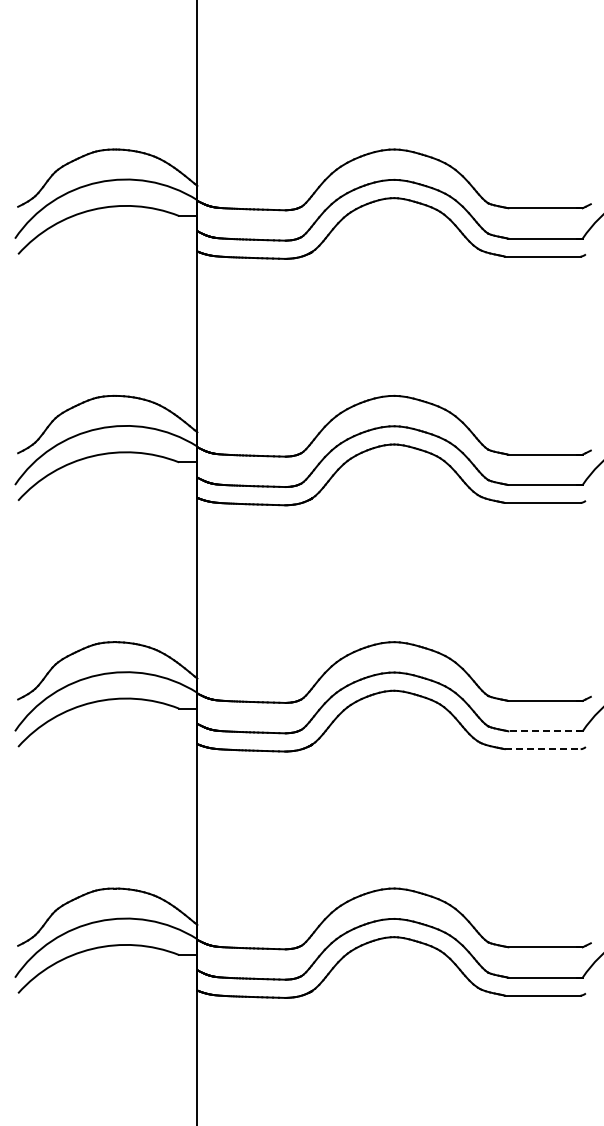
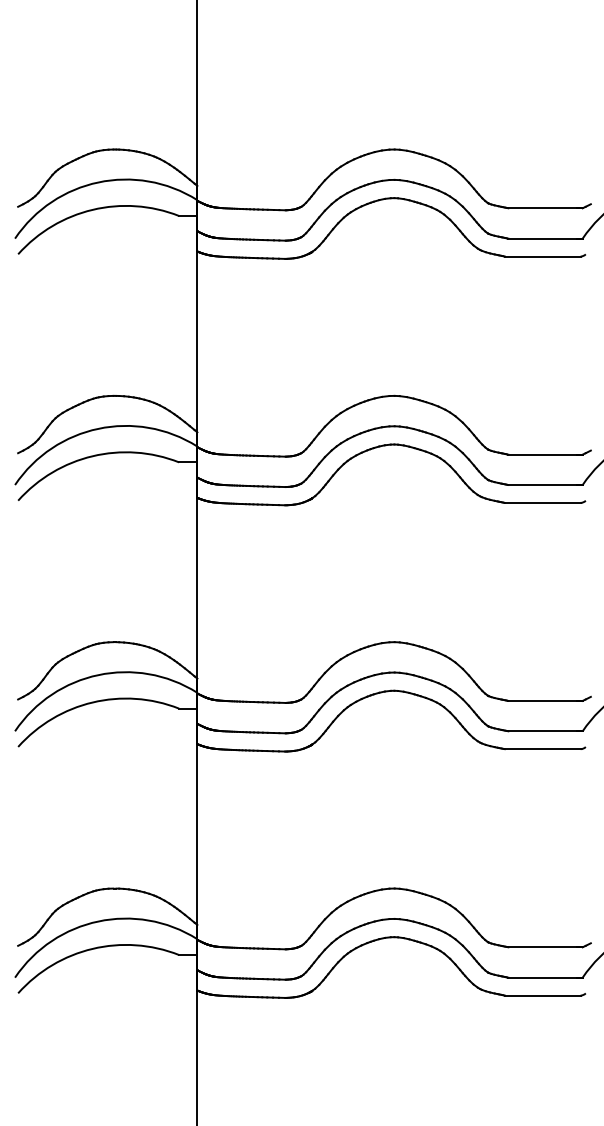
line at (545, 731): dashed -> solid
line at (543, 749): dashed -> solid
